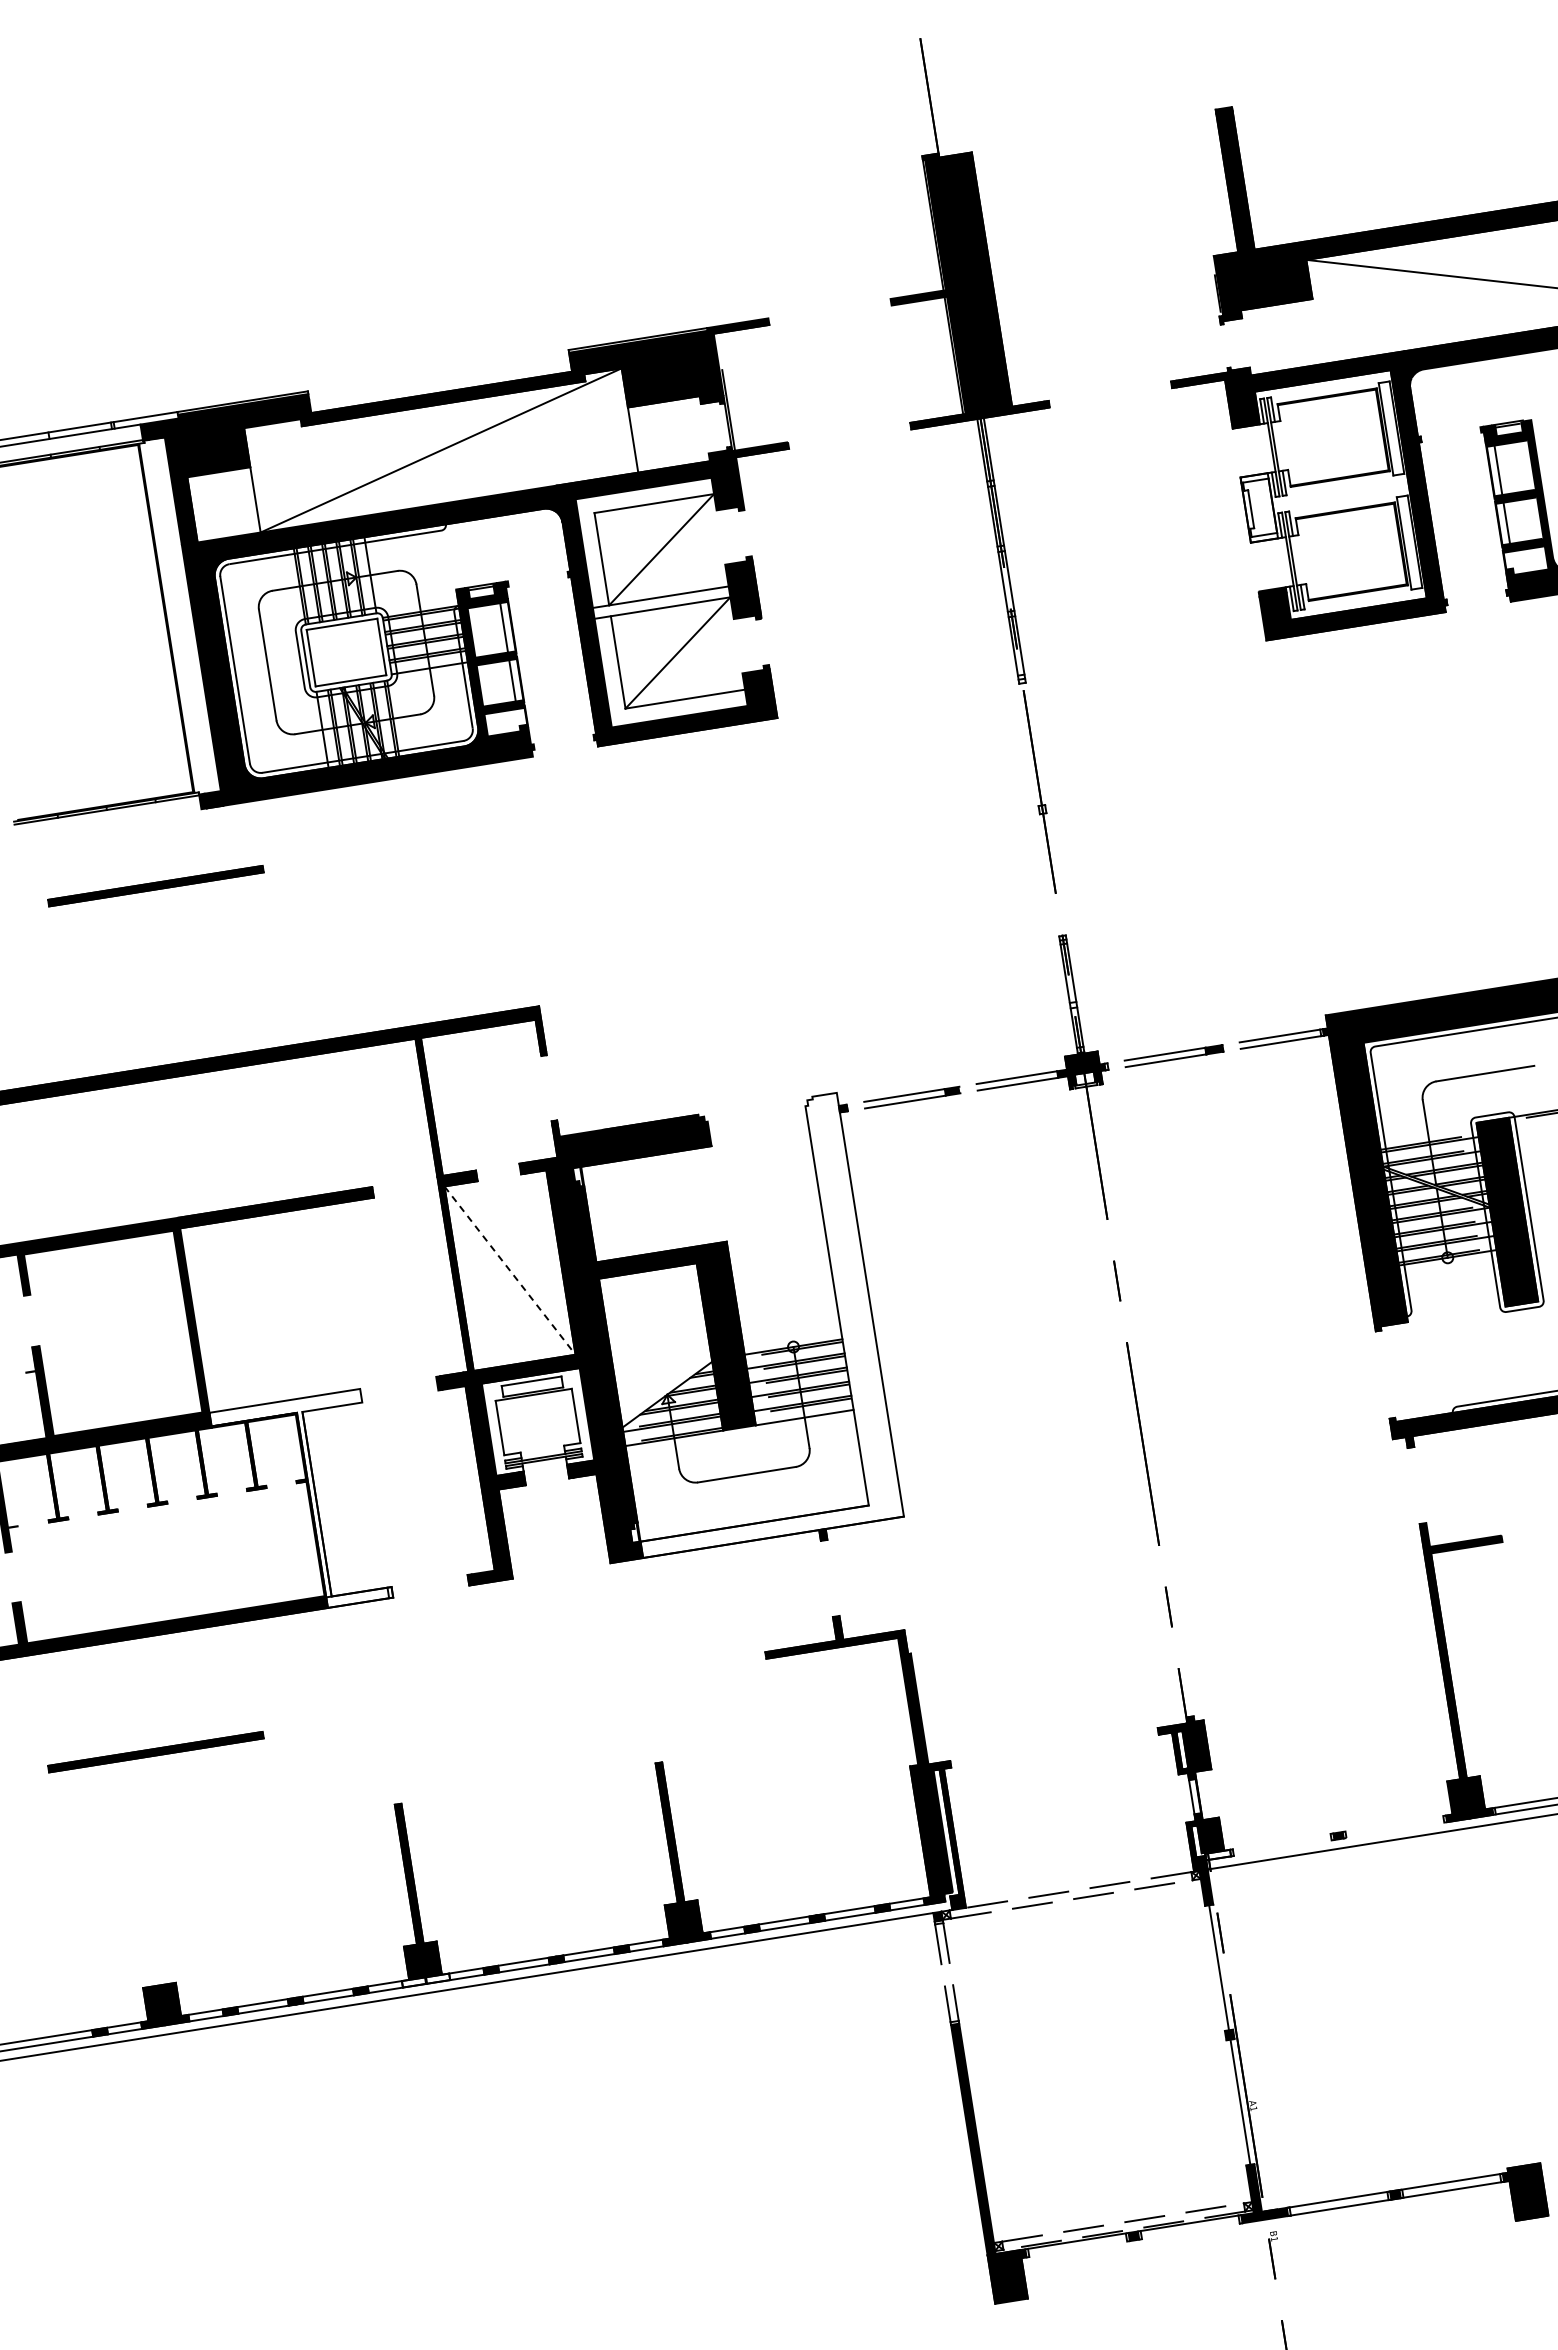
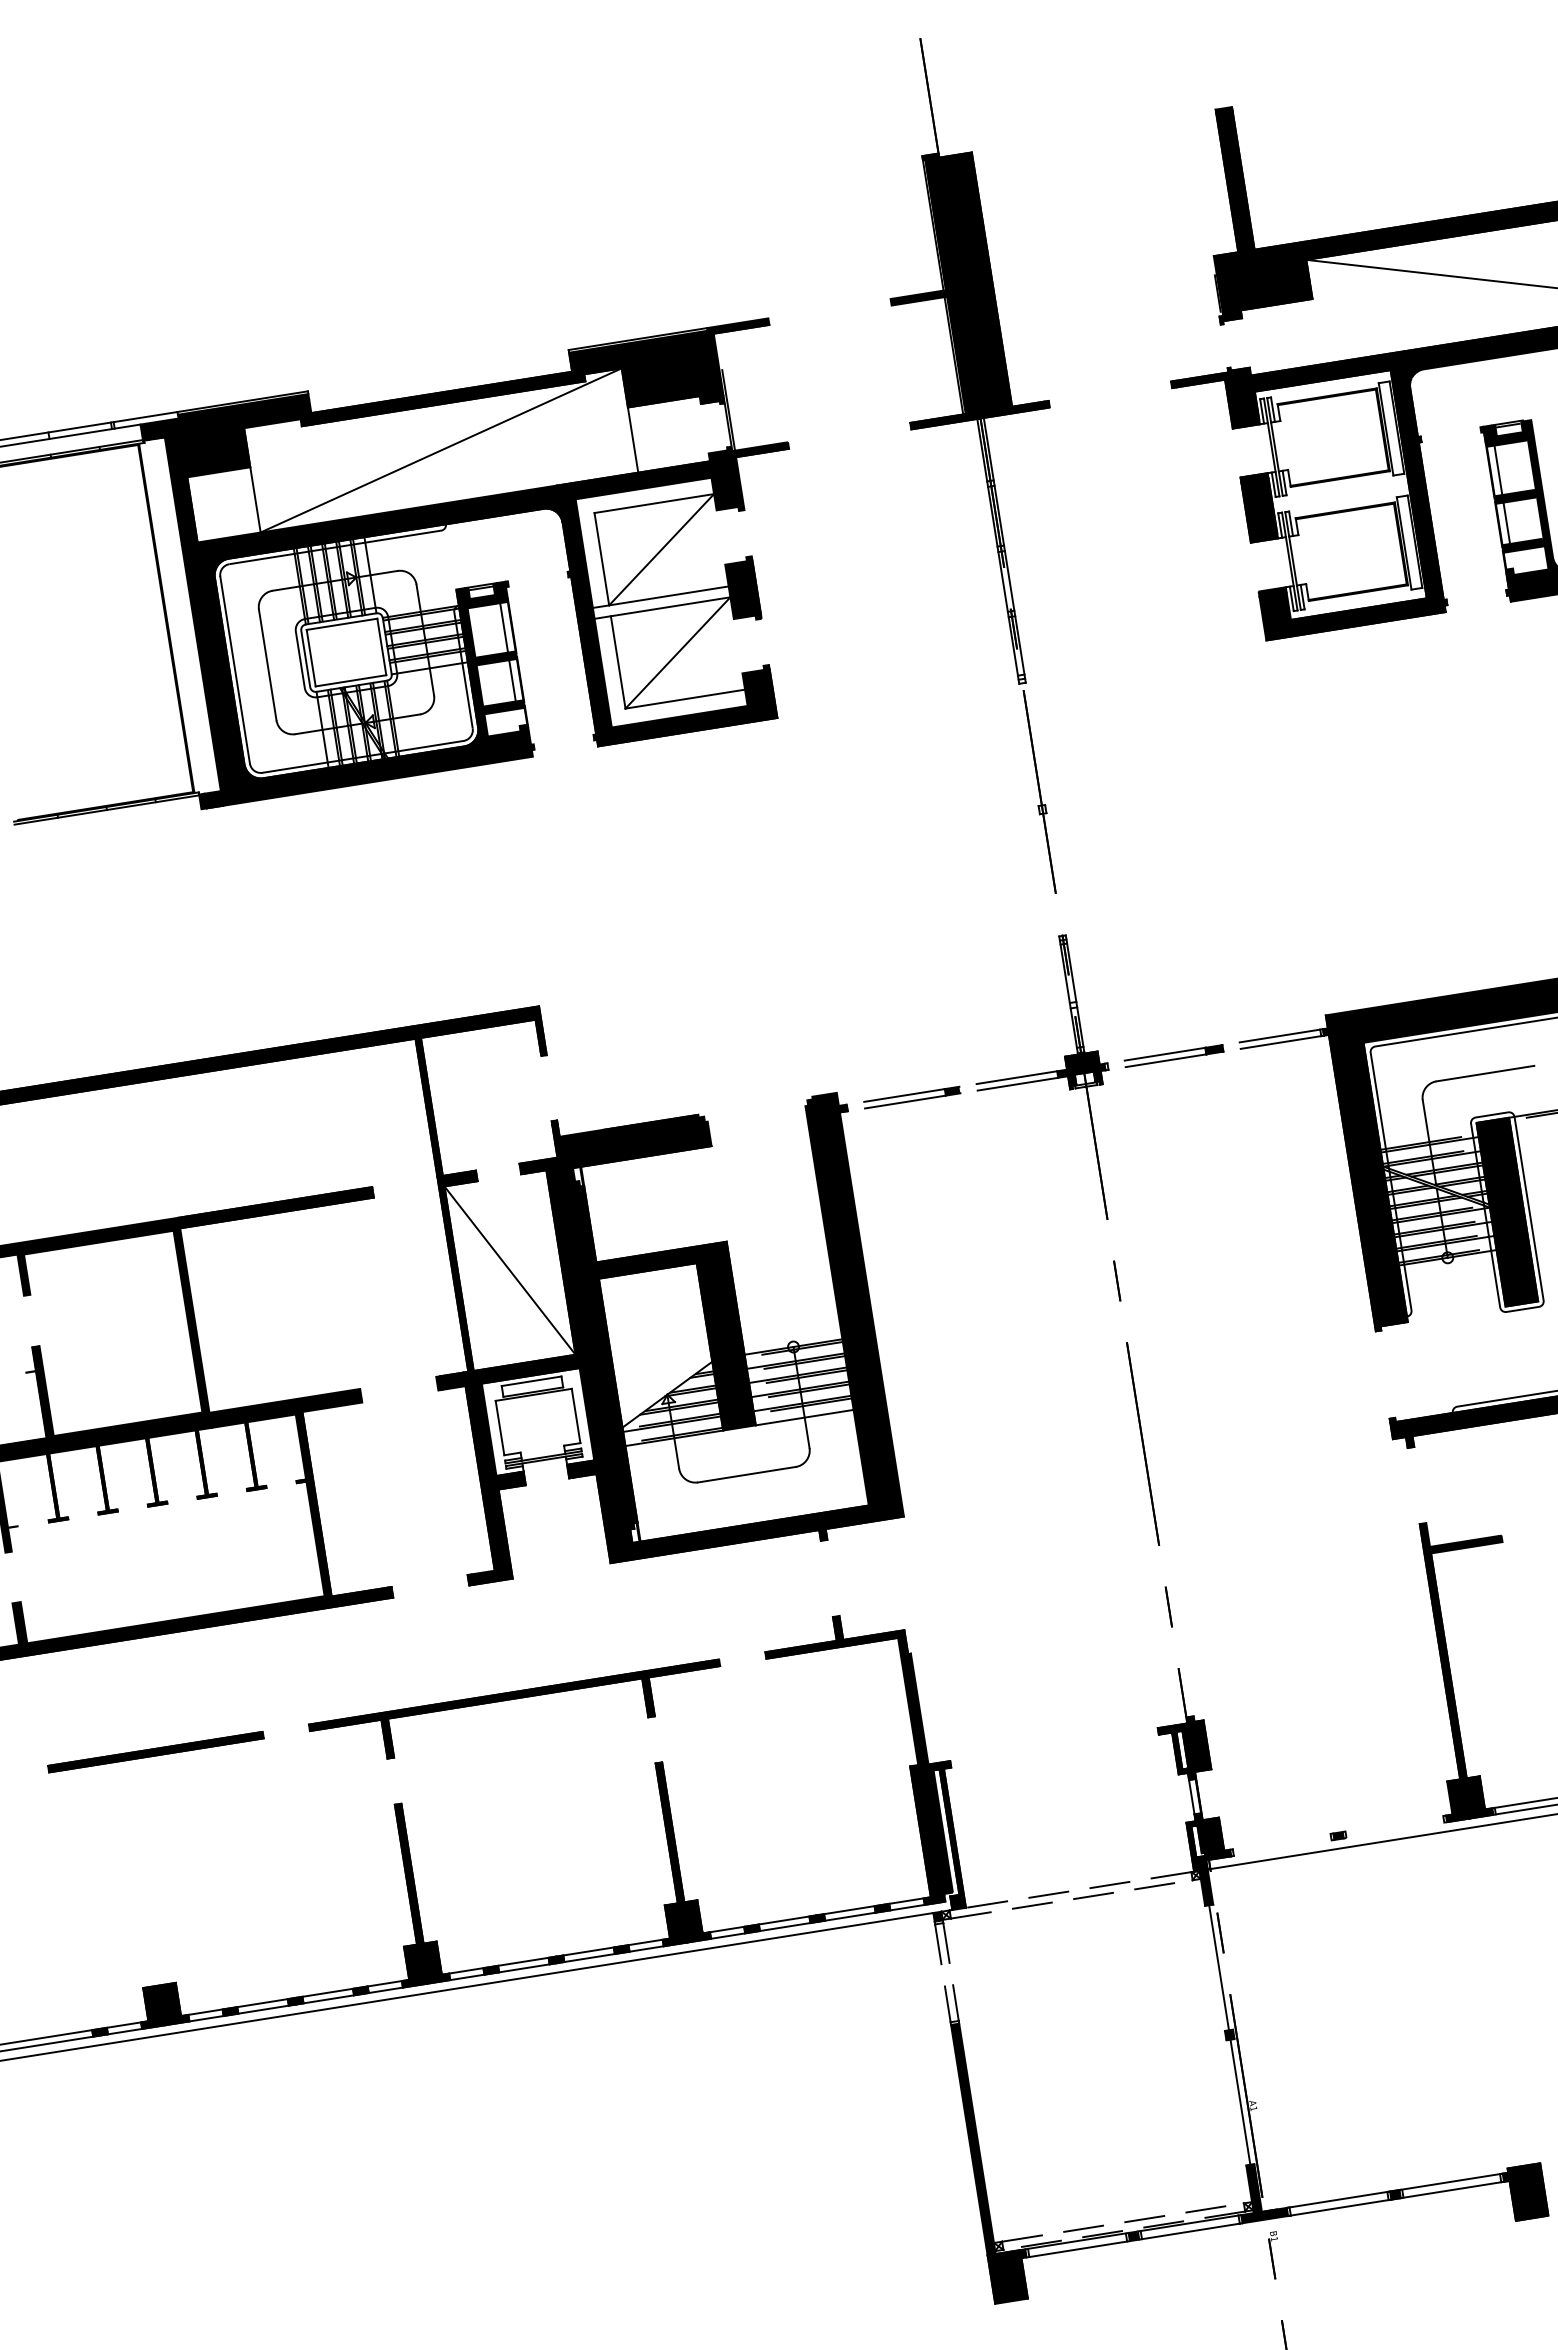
fill at (1259, 507): none -> present
part at (155, 886): present -> none
line at (510, 1270): dashed -> solid
fill at (771, 1324): none -> present
fill at (301, 1497): none -> present
part at (511, 1700): none -> present
fill at (1218, 1854): none -> present
fill at (425, 1980): none -> present
line at (1190, 2231): none -> present
line at (1078, 2249): none -> present
